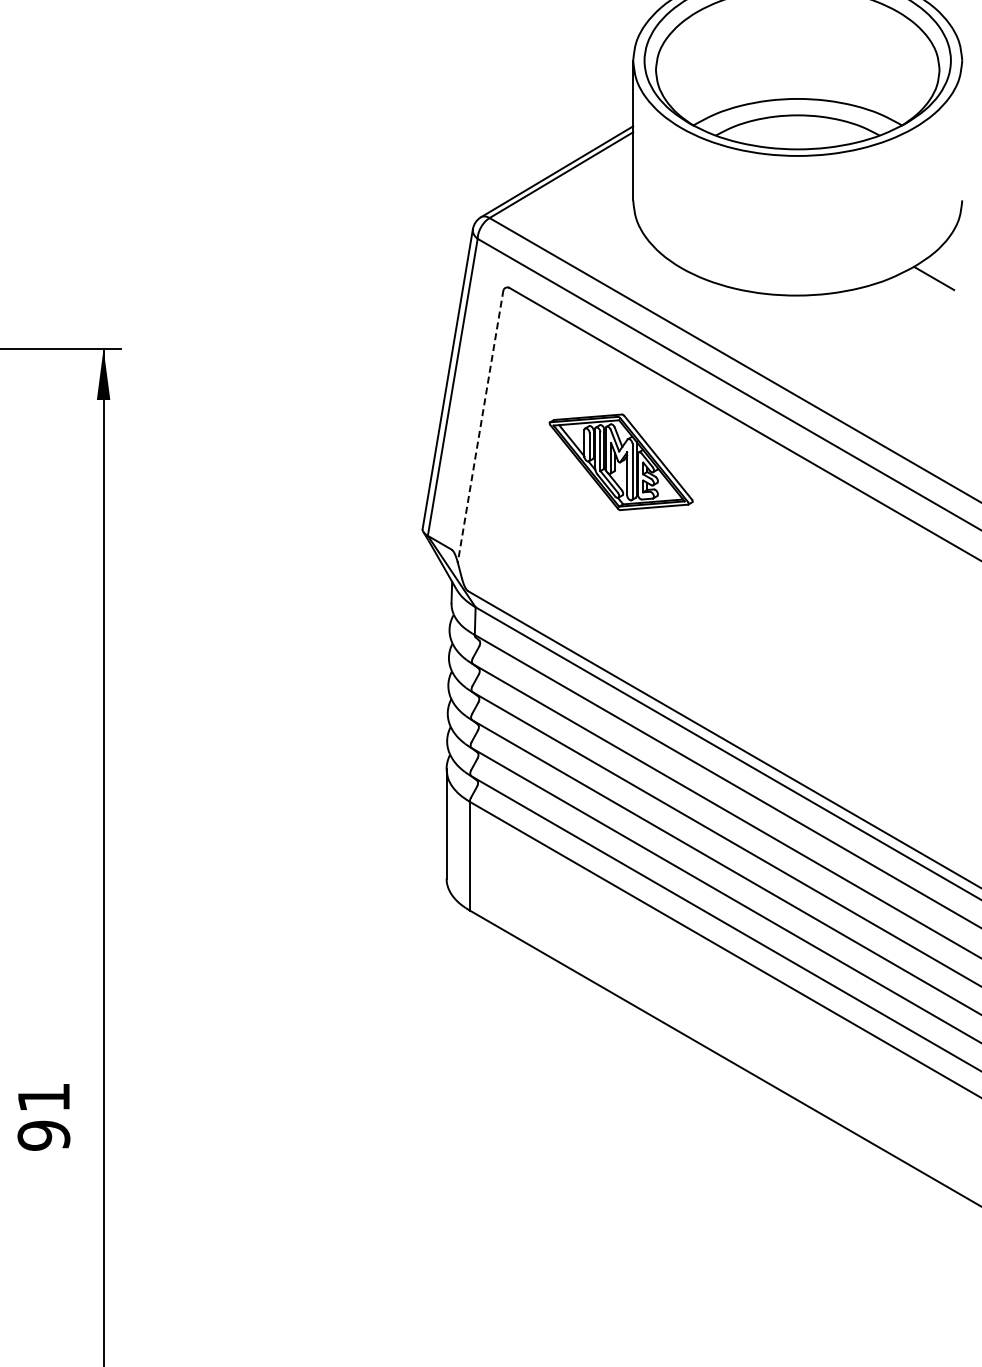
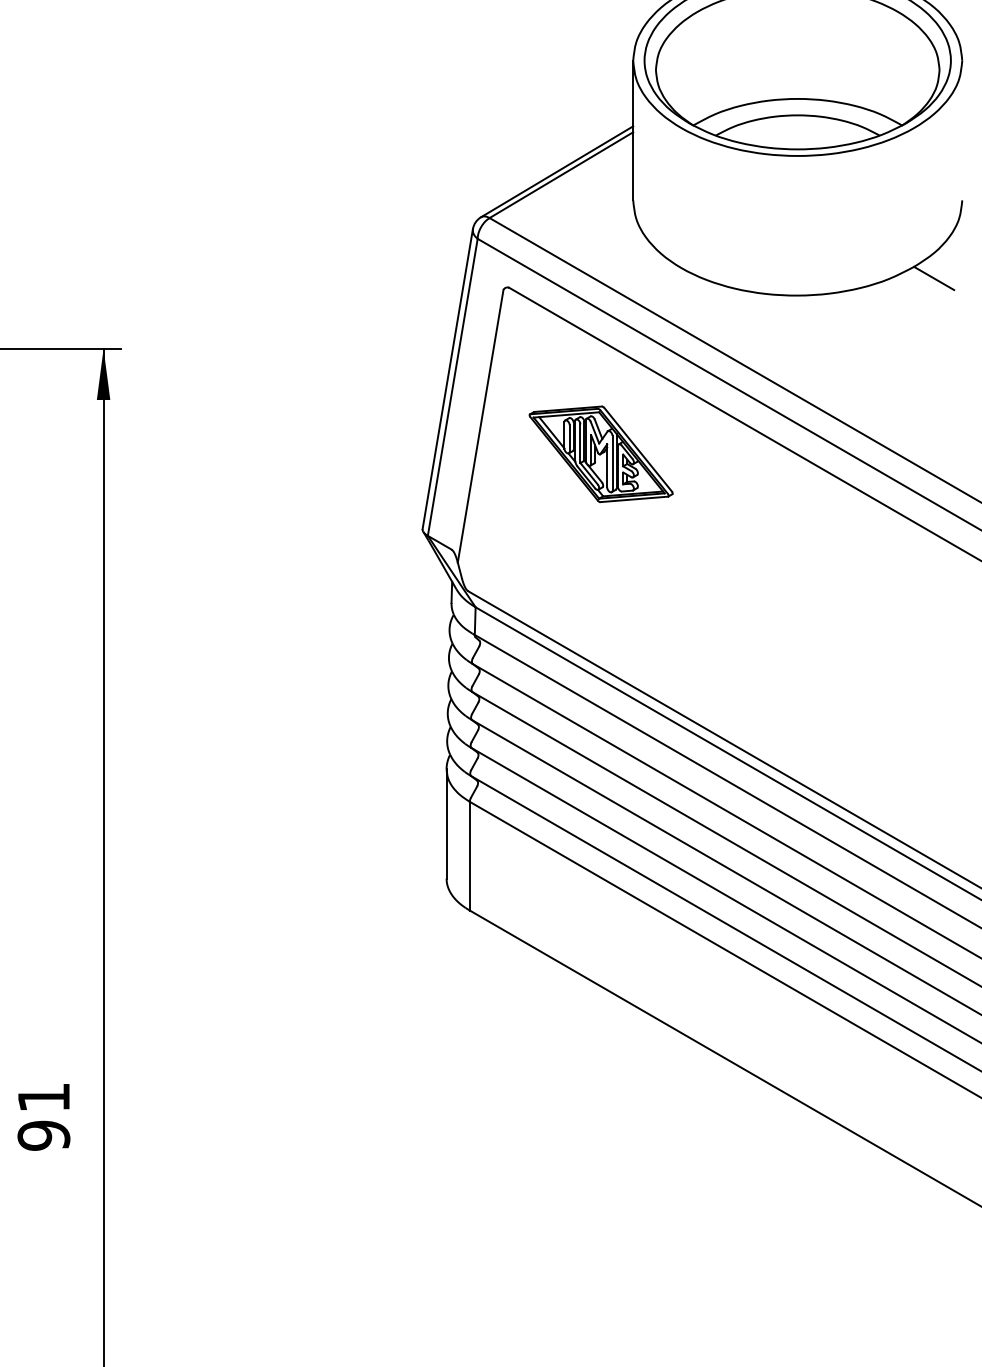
line at (480, 426): dashed -> solid
part at (620, 461) position: (620, 461) -> (600, 453)
